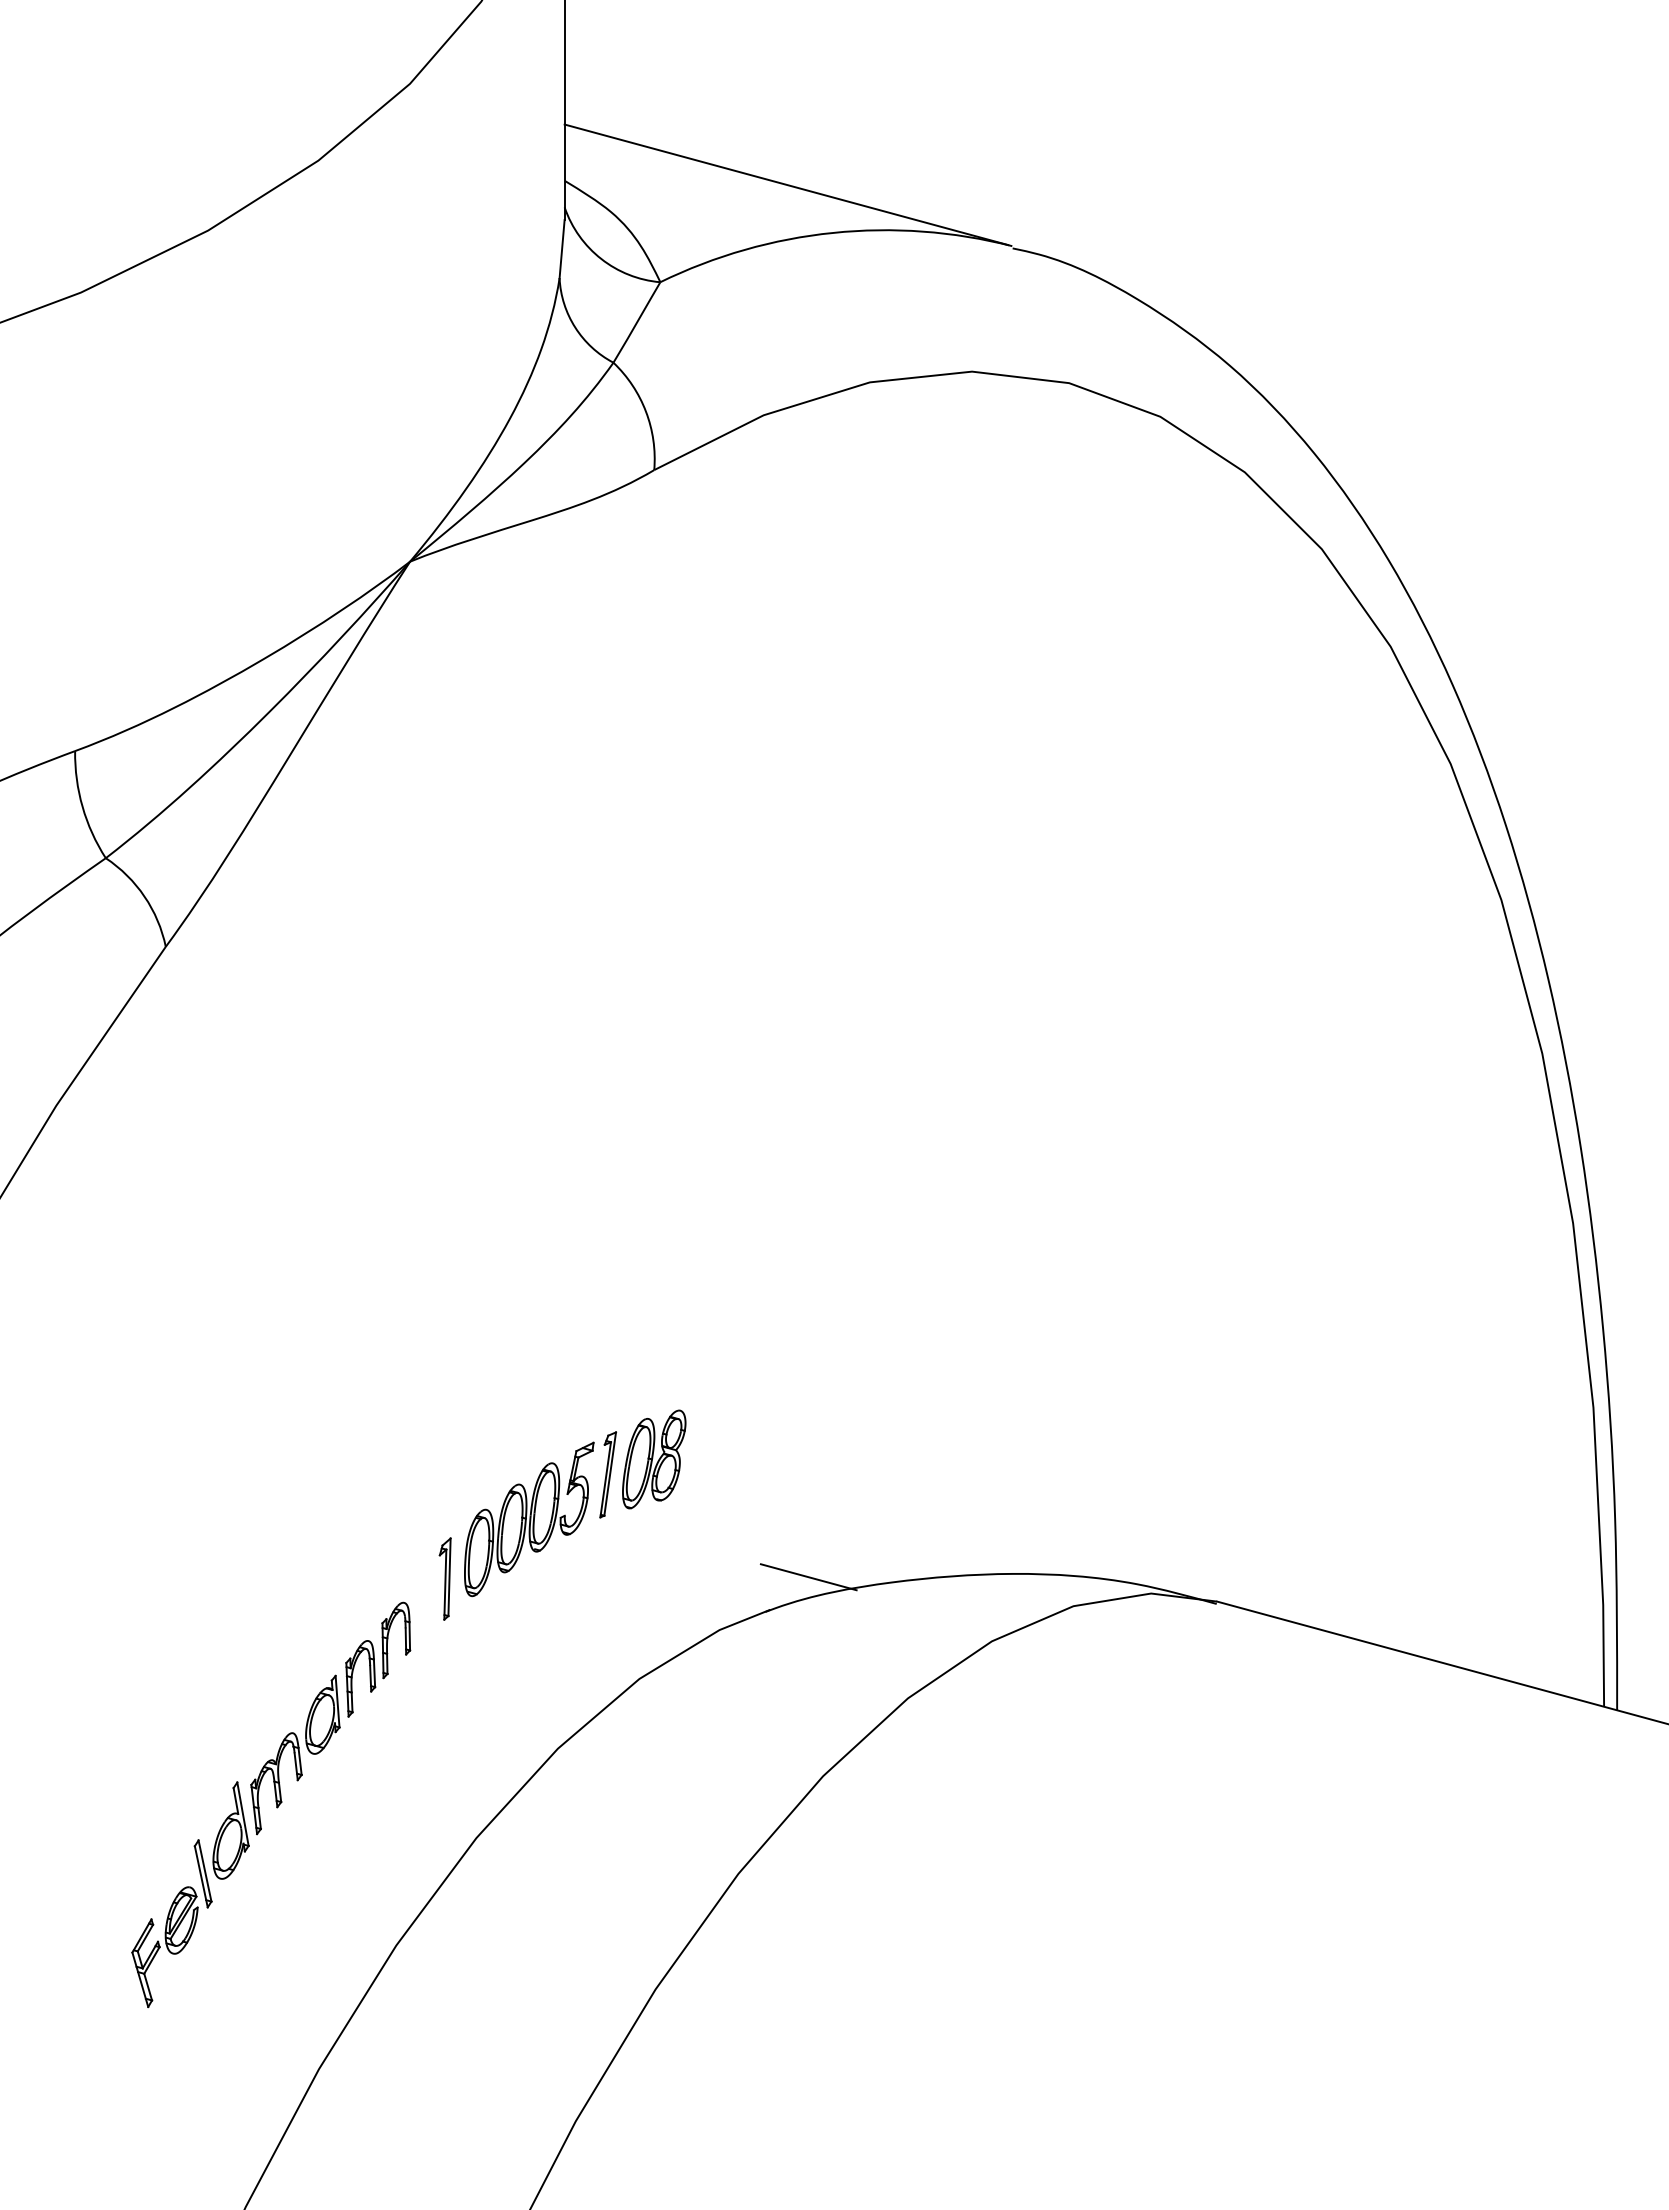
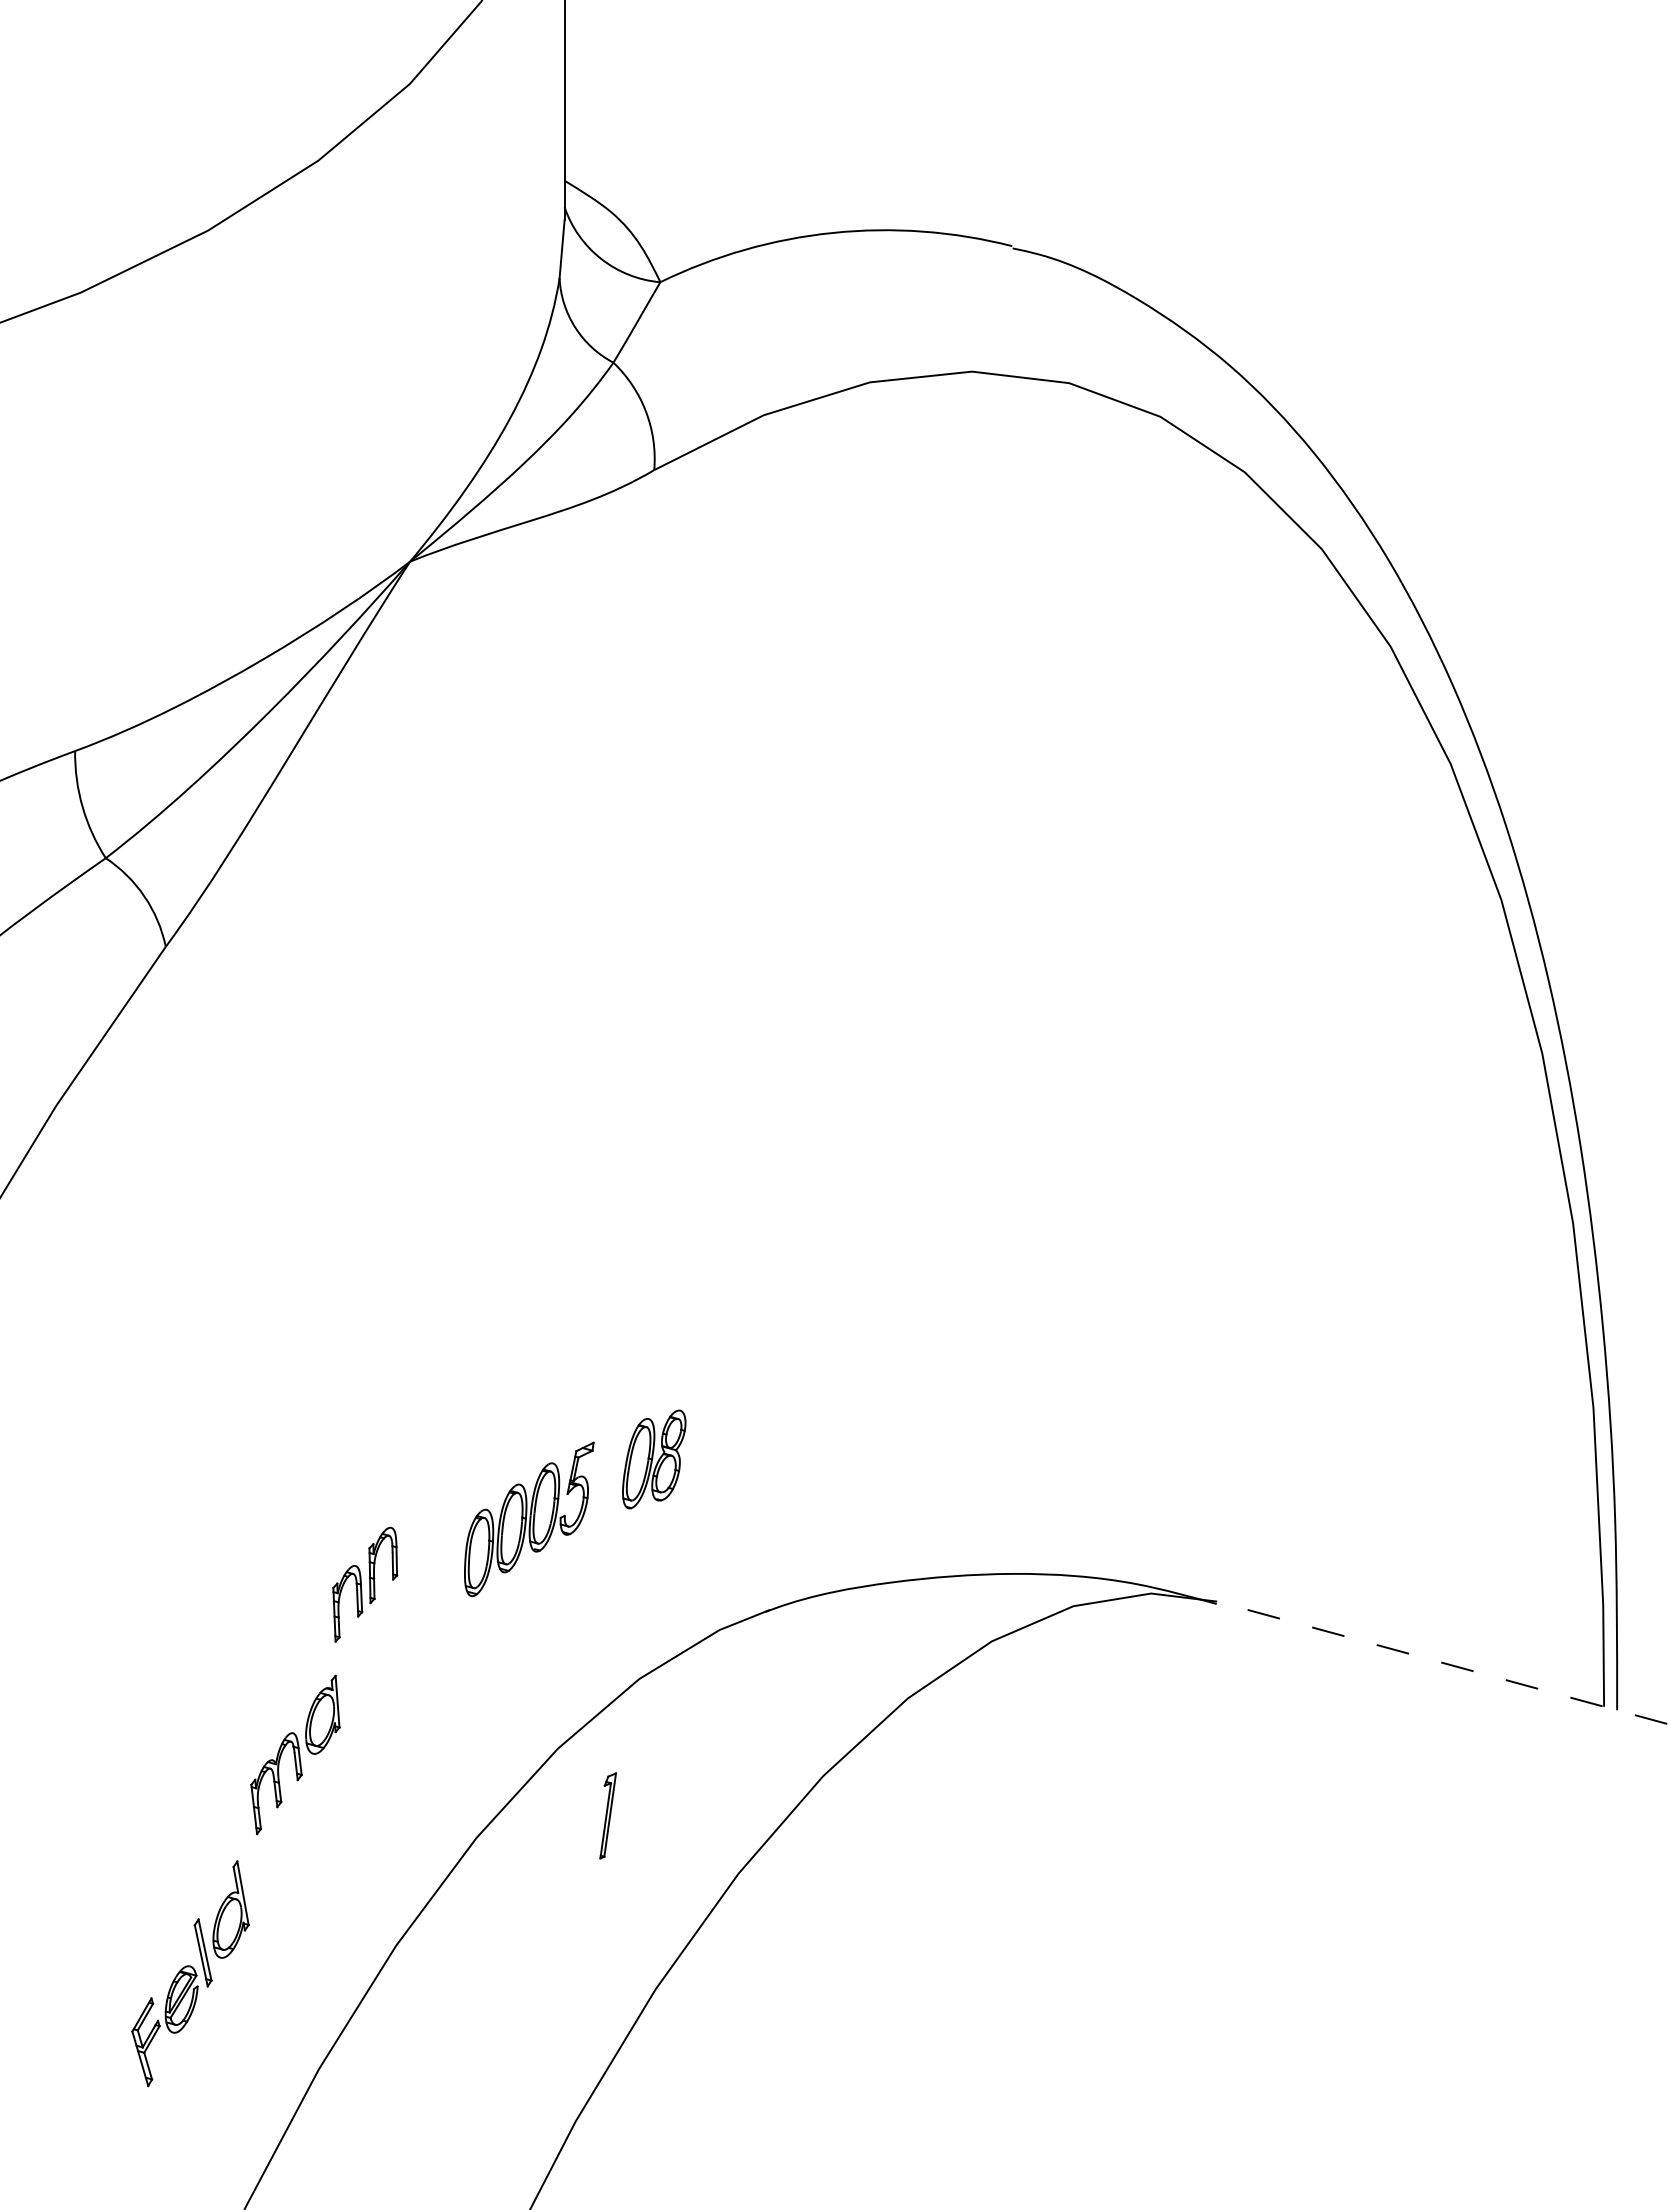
line at (786, 184): present -> none
part at (608, 1474) position: (608, 1474) -> (608, 1815)
line at (808, 1577): present -> none
part at (444, 1578): present -> none
part at (378, 1659) position: (378, 1659) -> (365, 1584)
line at (1442, 1662): solid -> dashed
part at (190, 1894) position: (190, 1894) -> (190, 1973)
